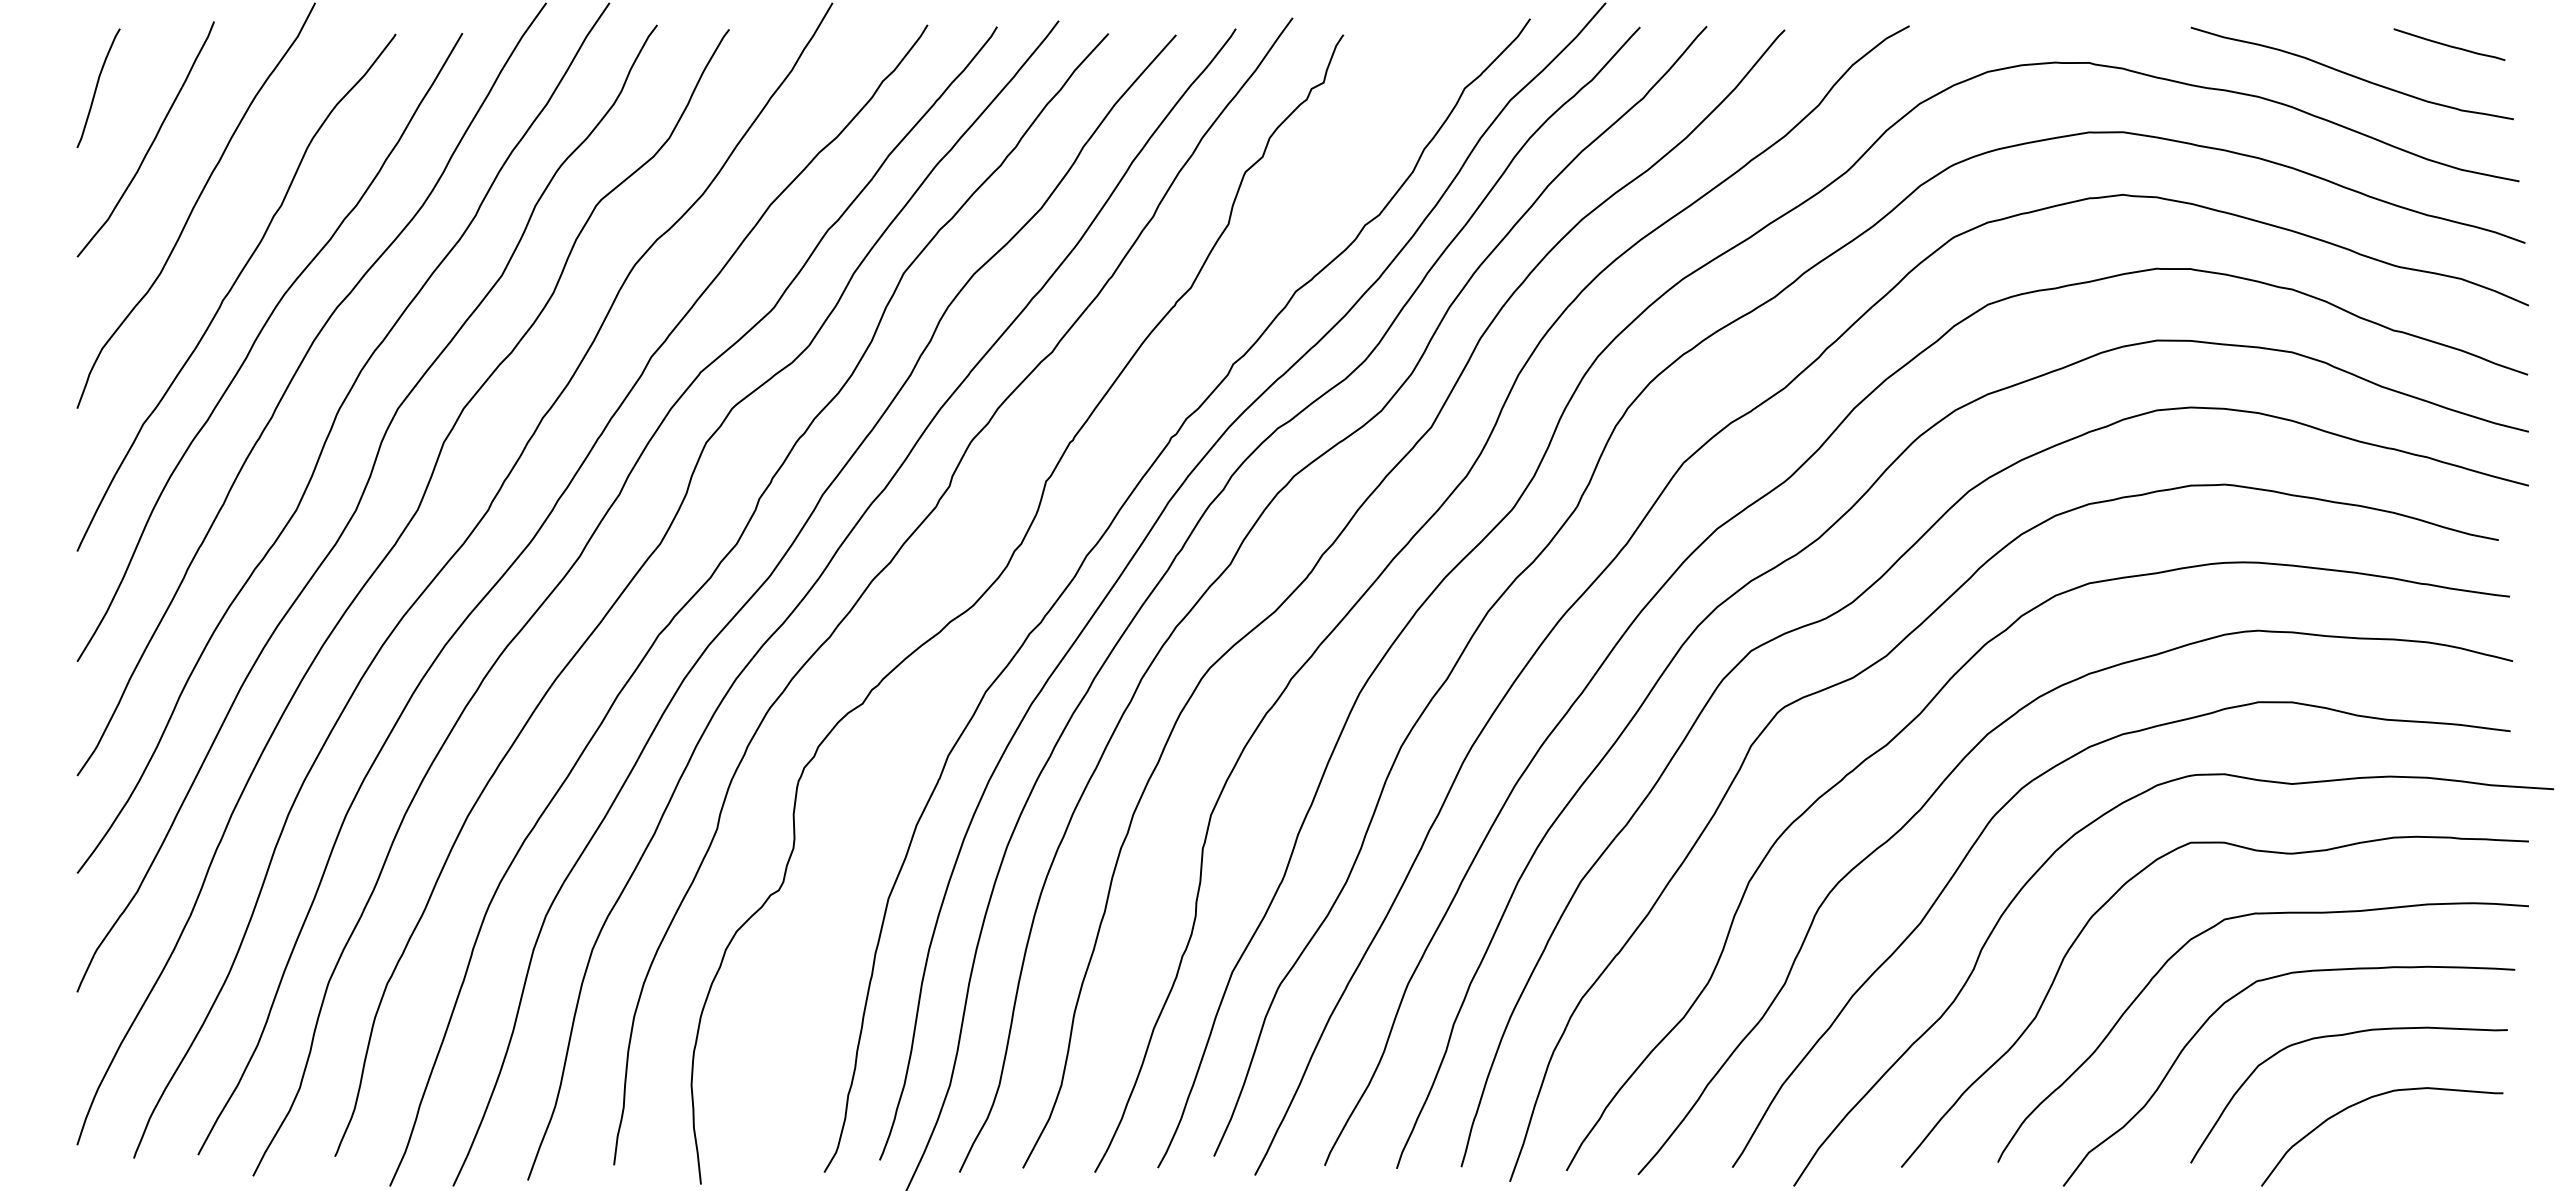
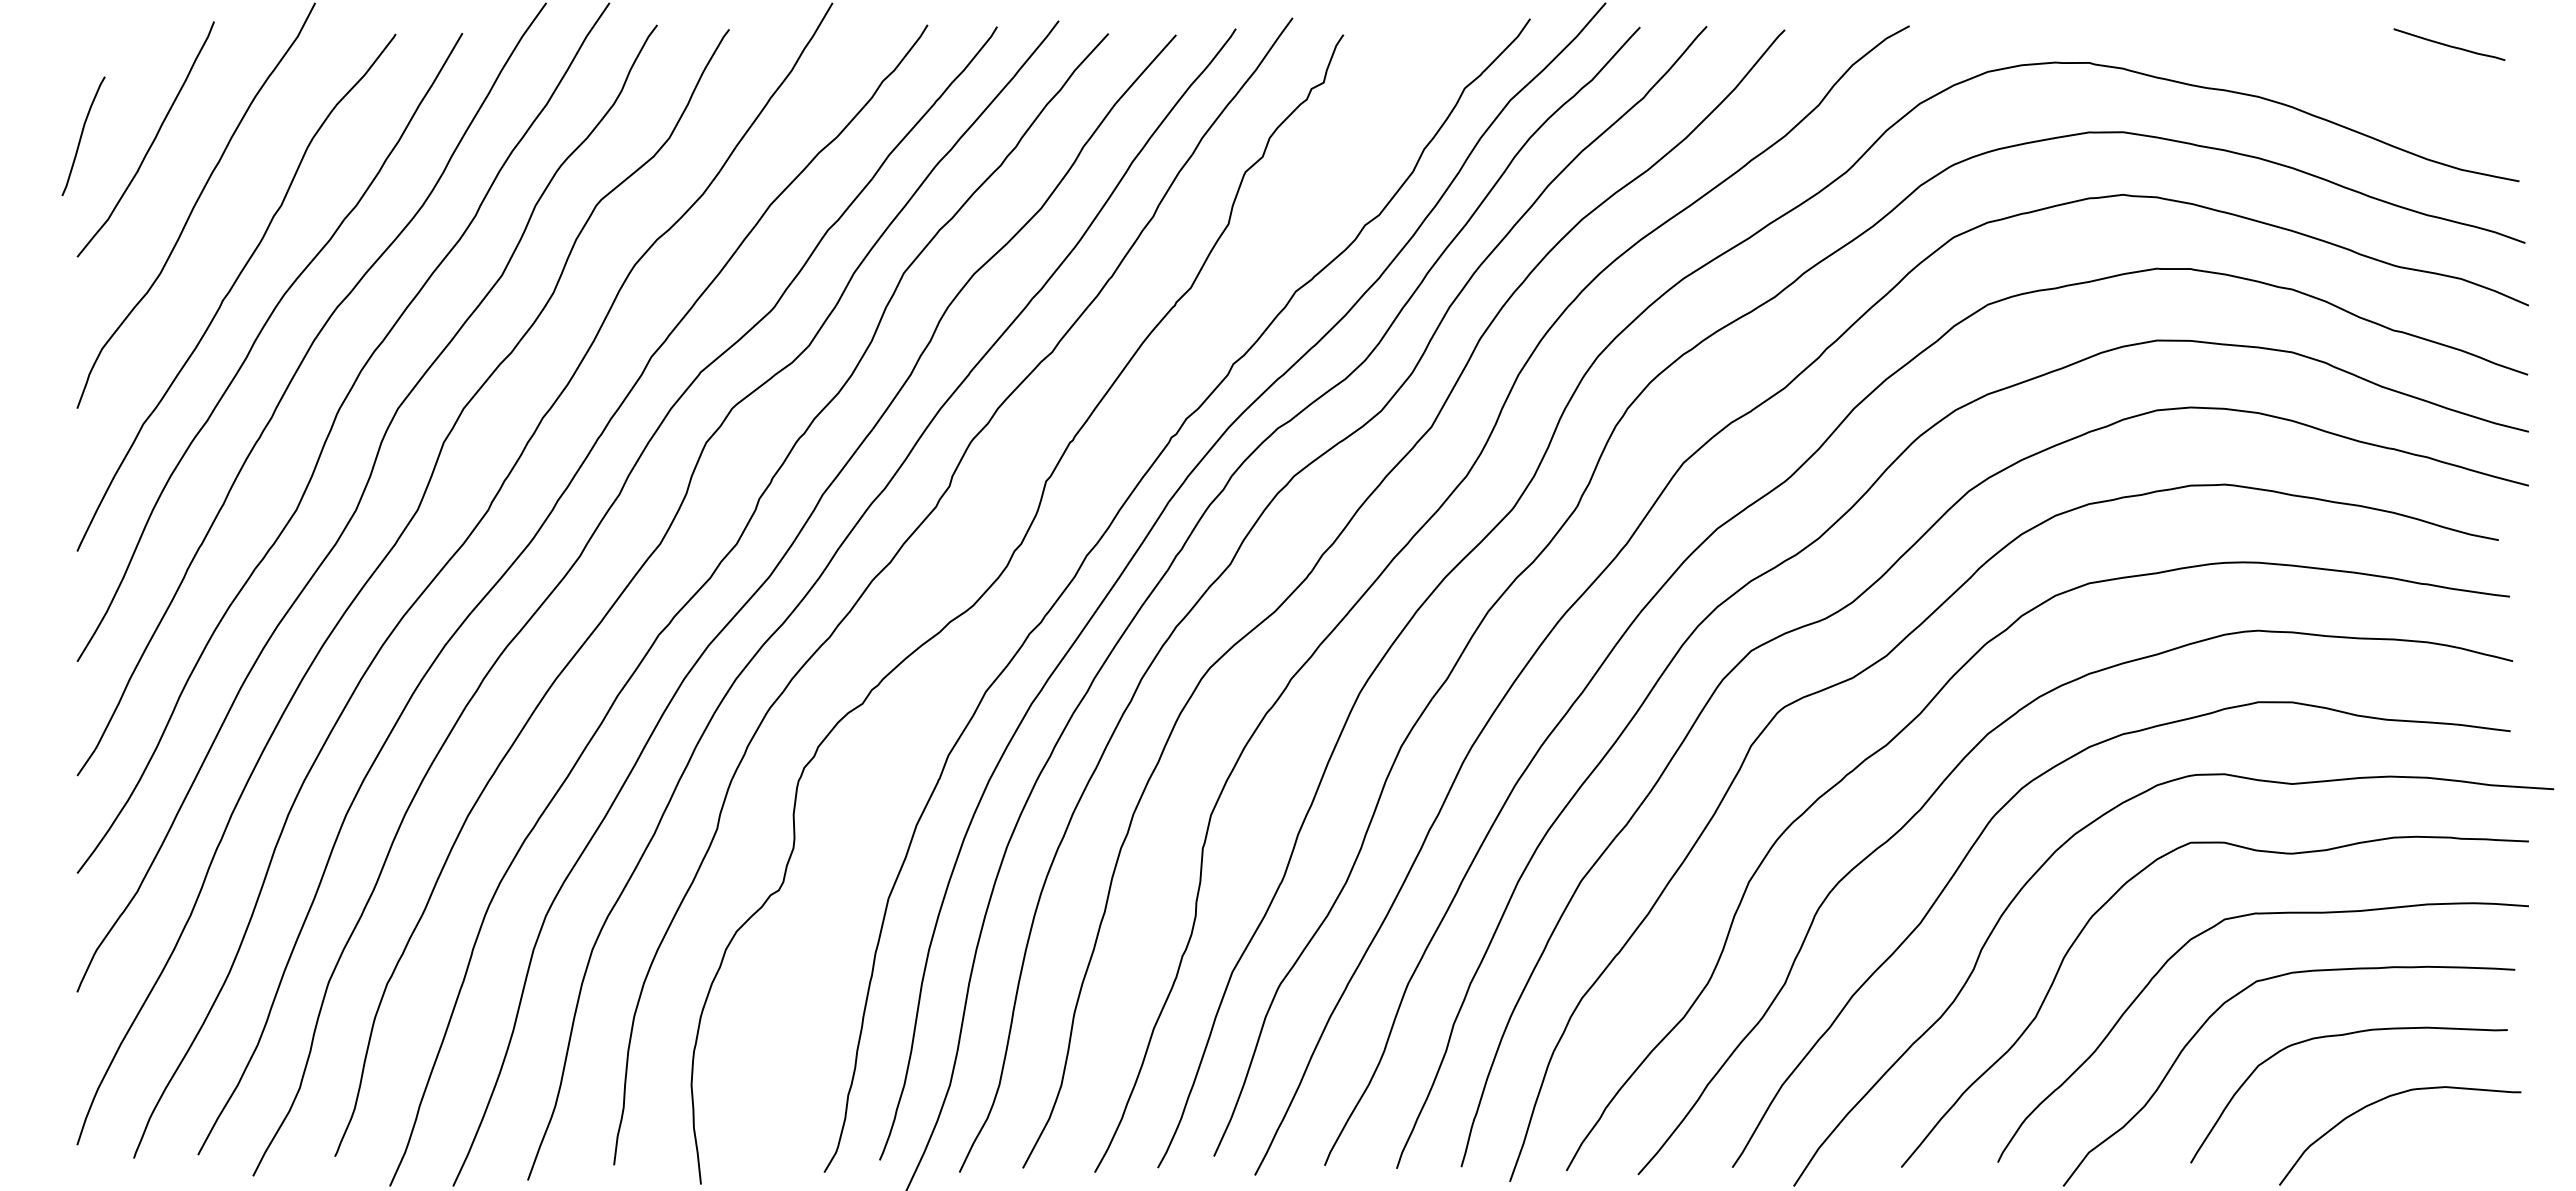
curve at (2351, 74): present -> none
curve at (97, 87) position: (97, 87) -> (82, 135)
curve at (2369, 1099) position: (2369, 1099) -> (2387, 1098)
